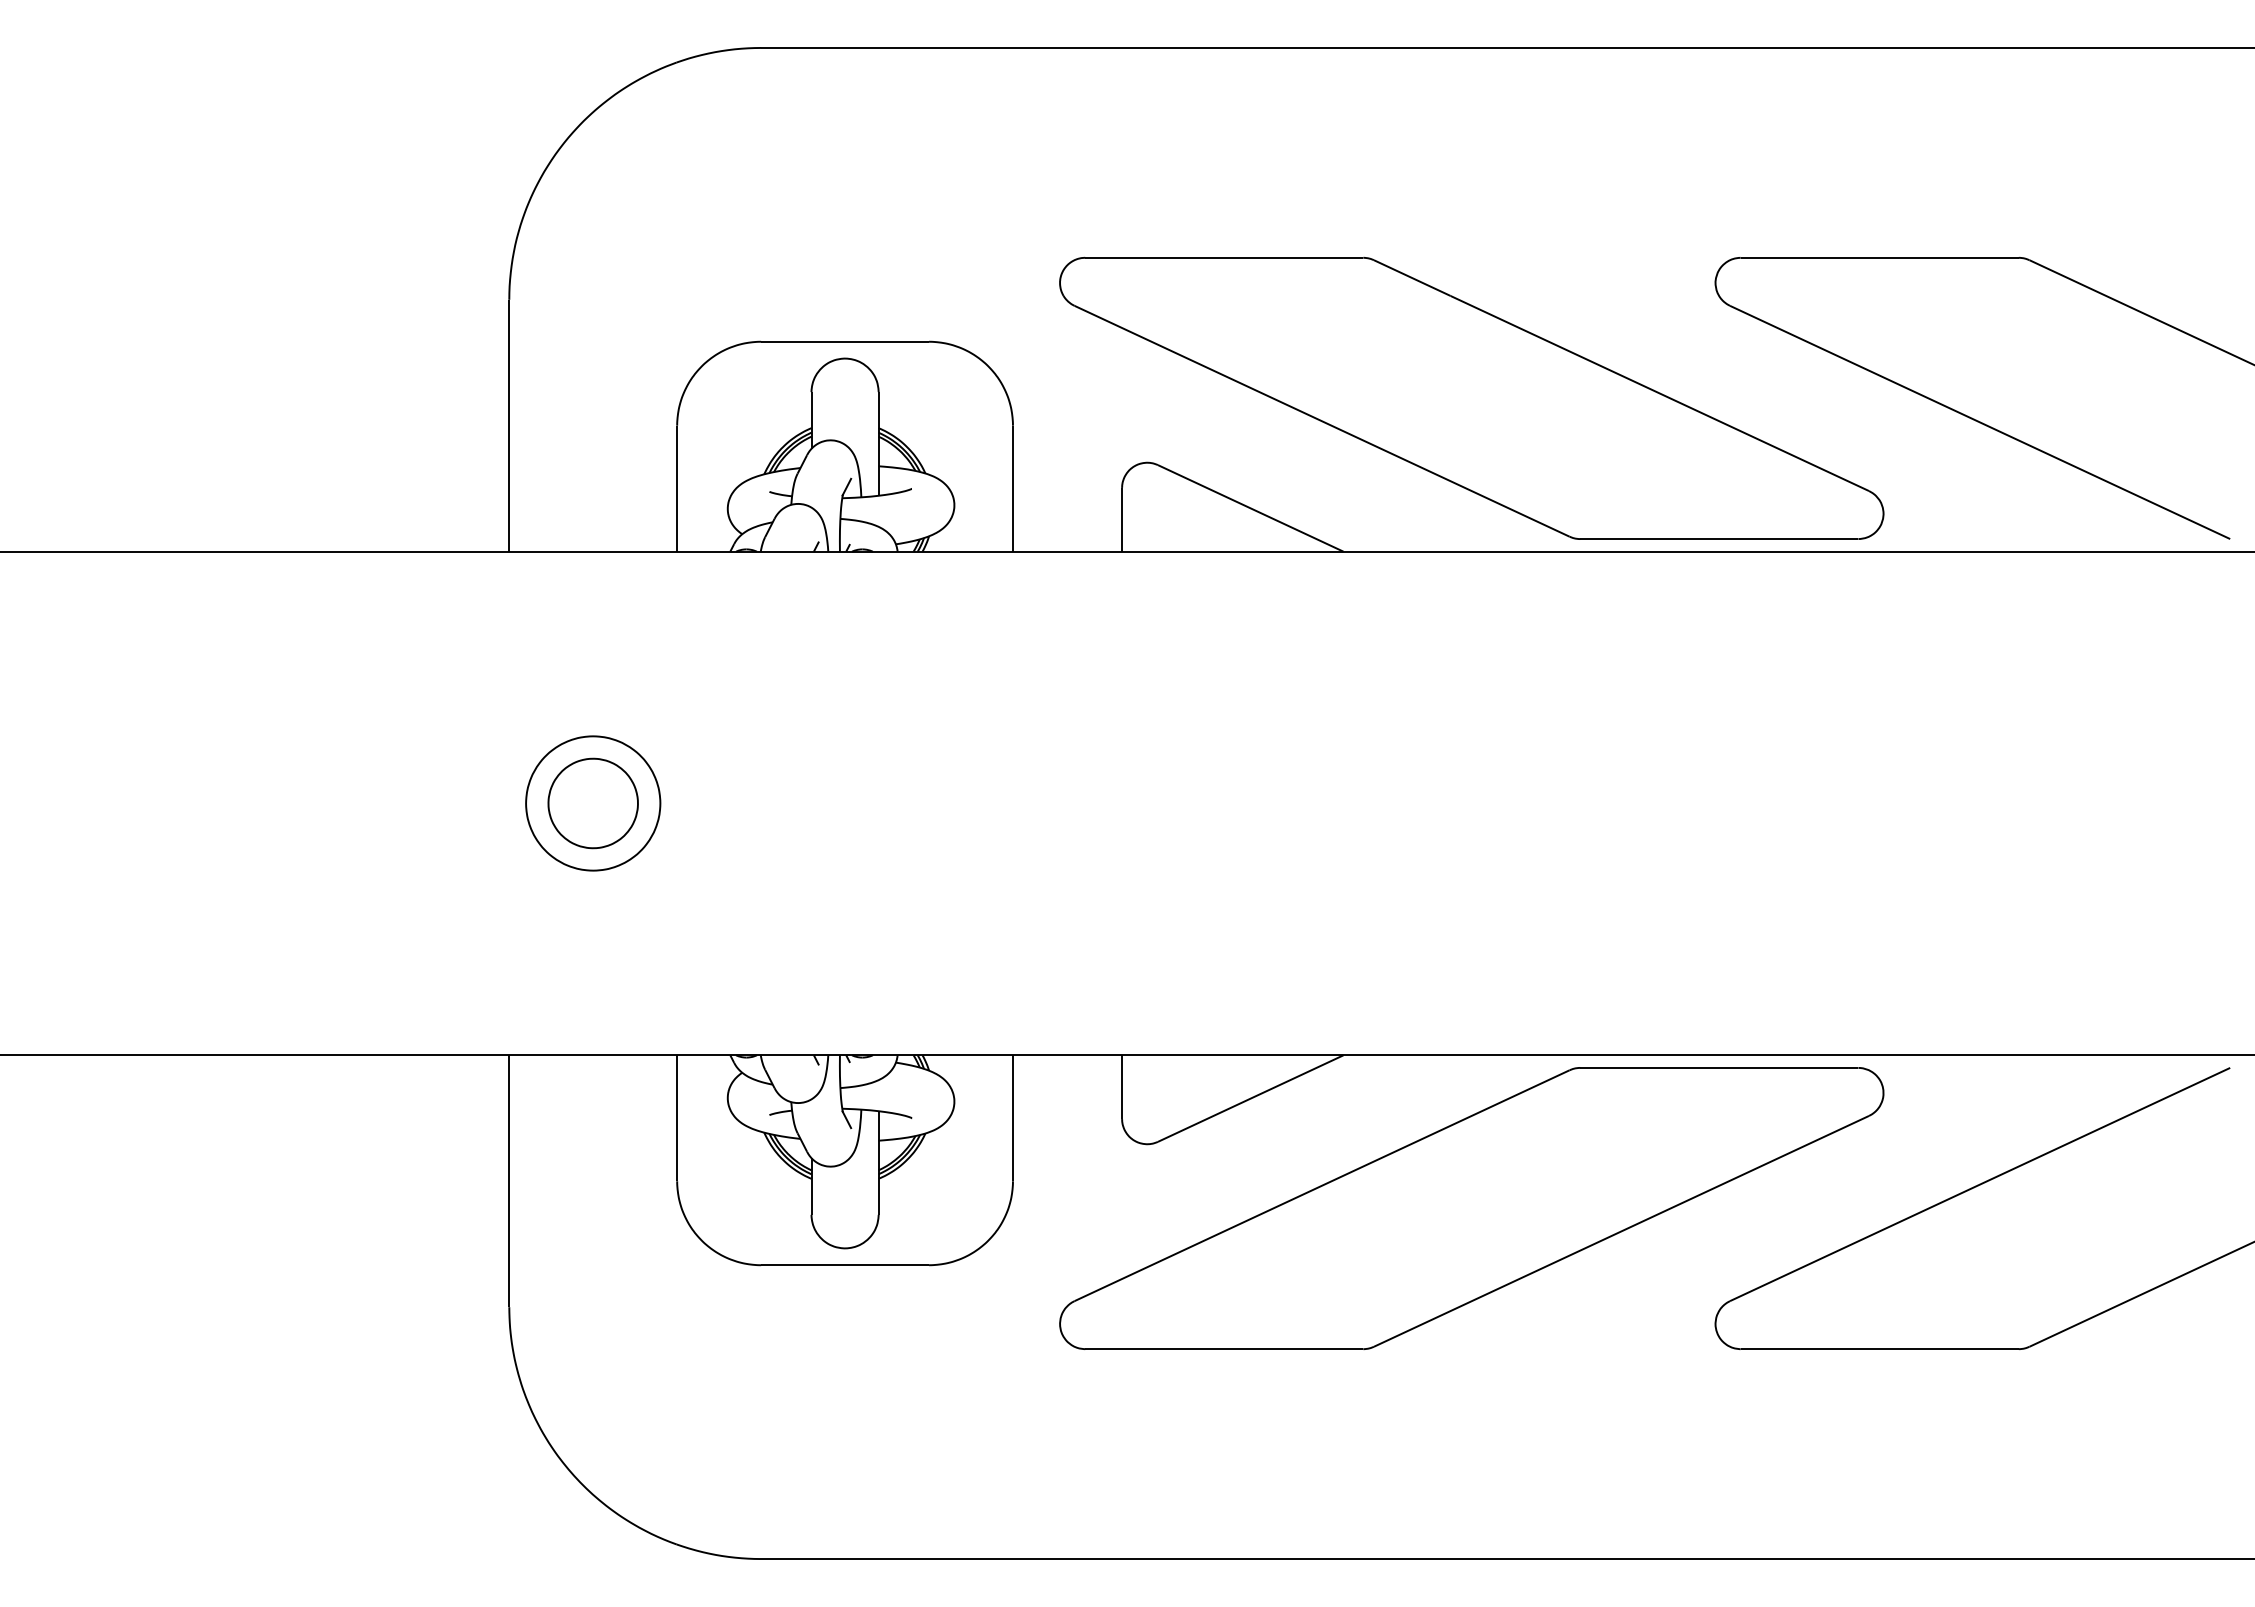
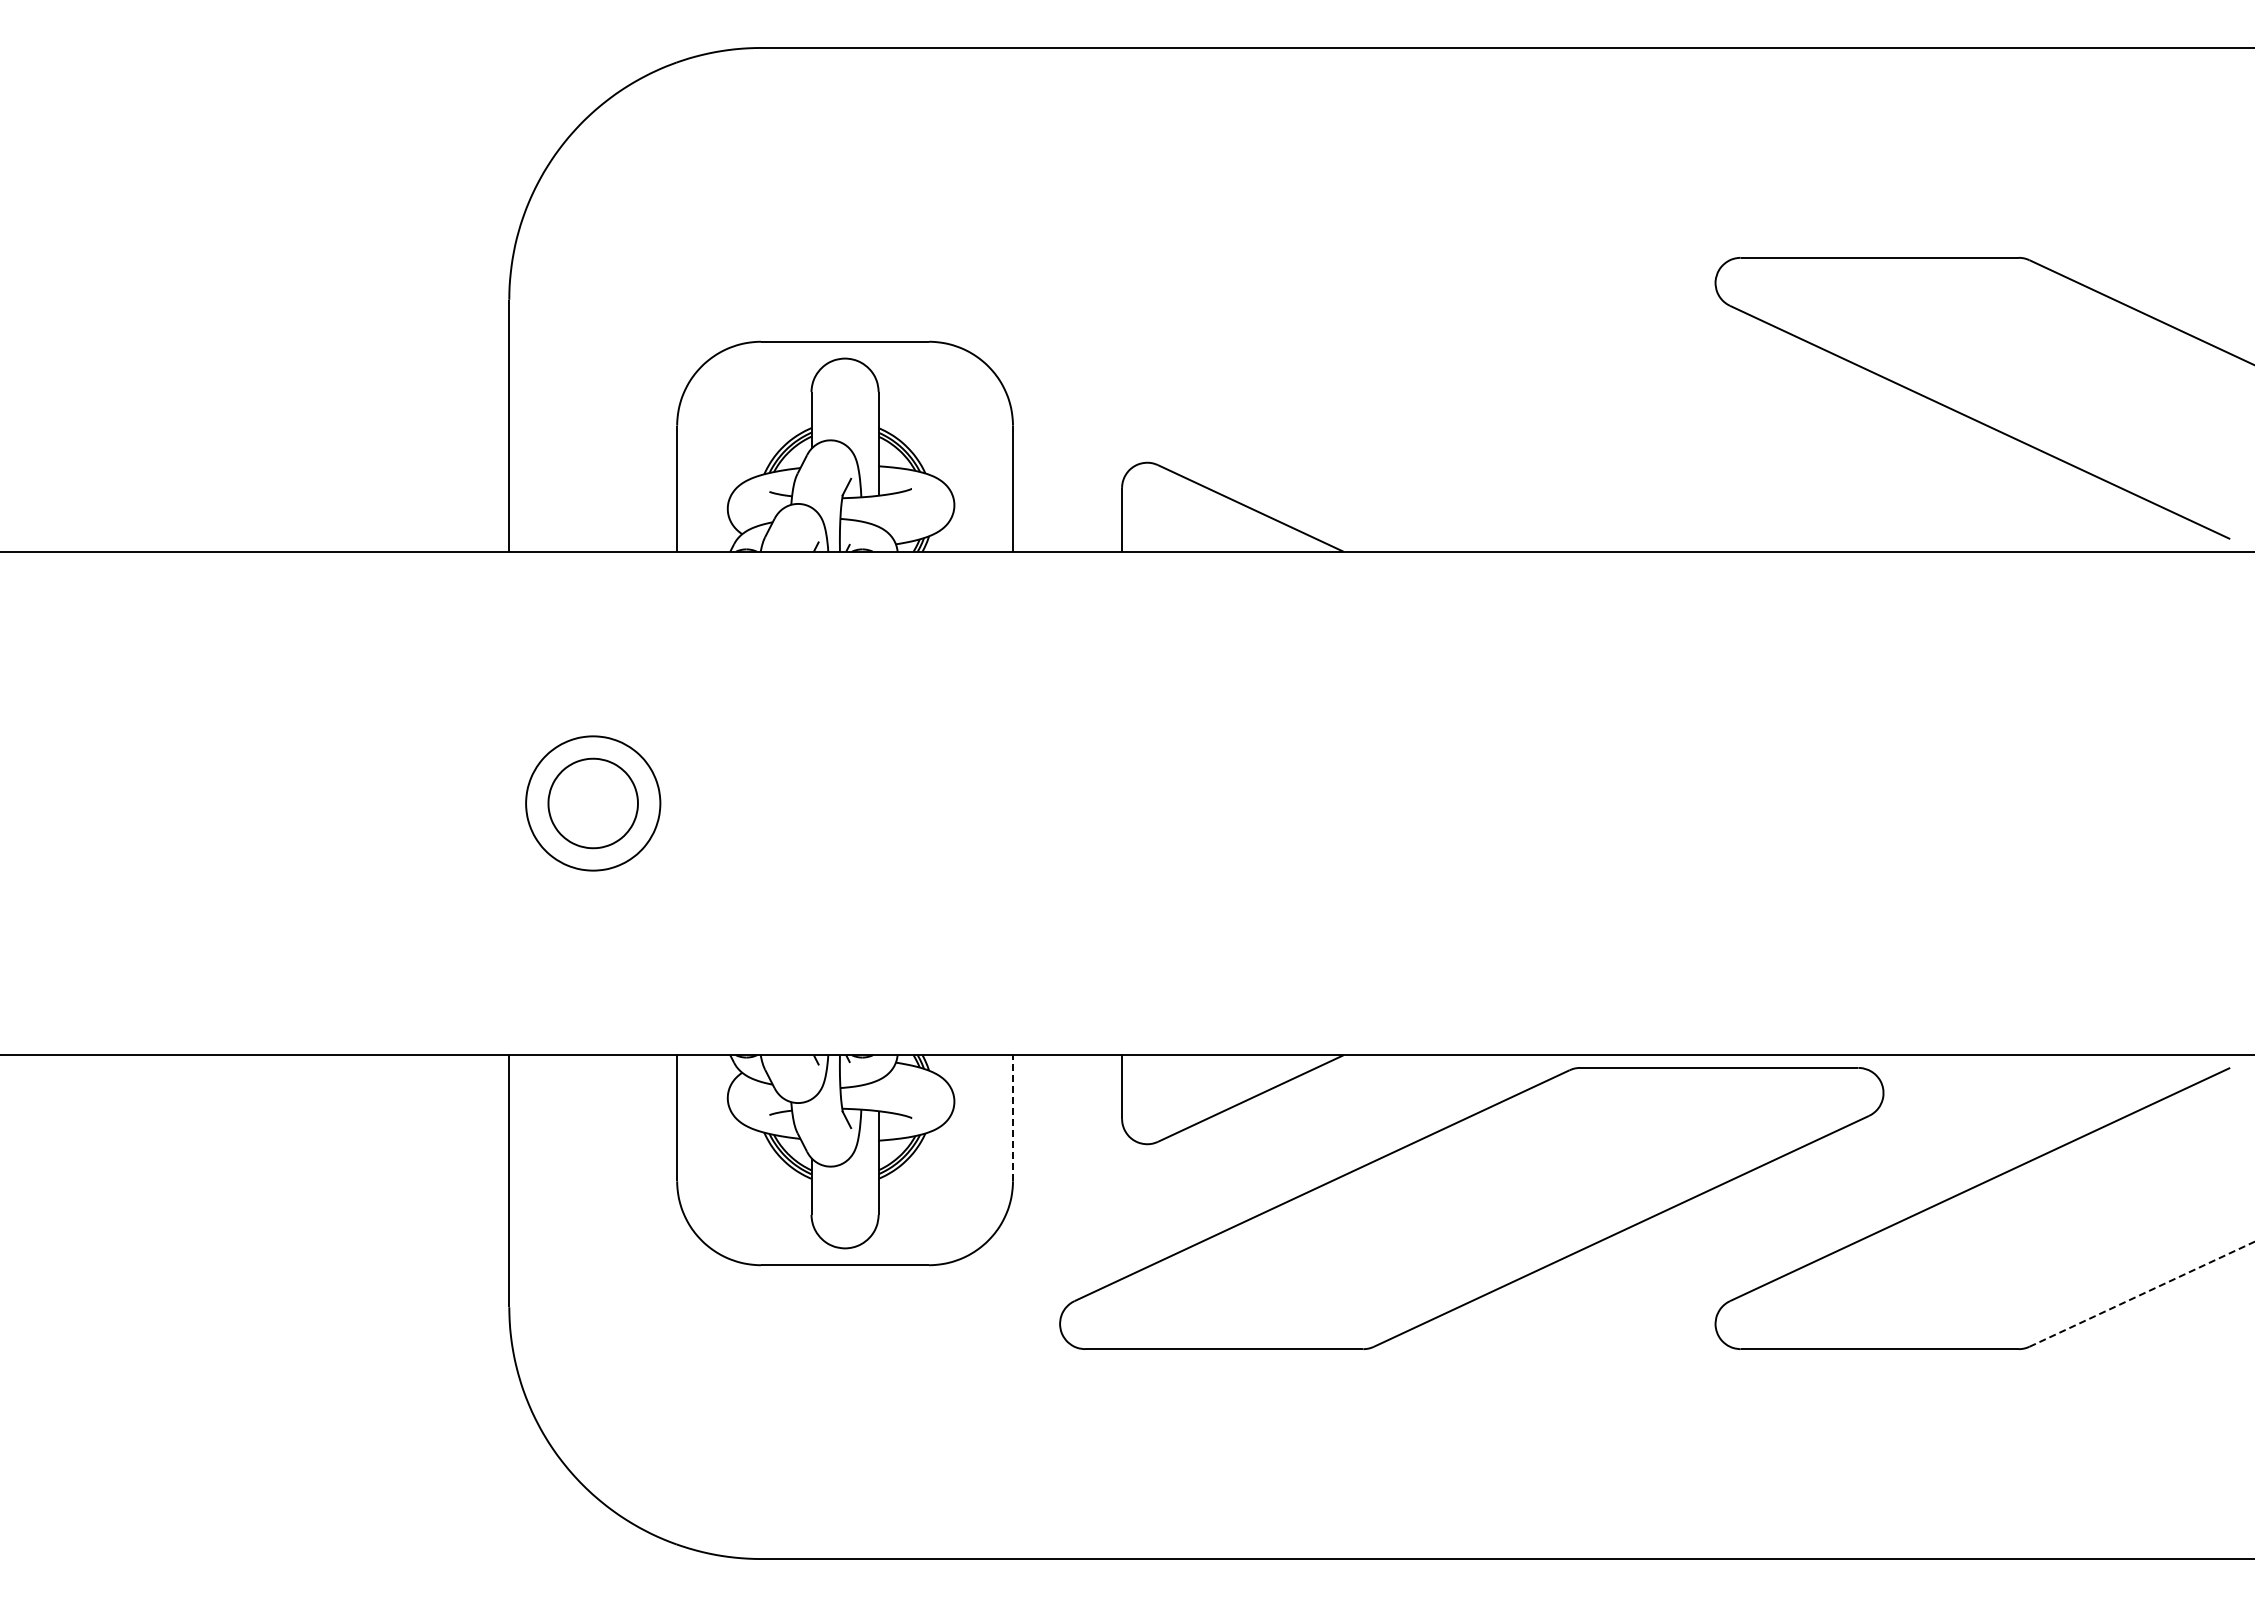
part at (1471, 397): present -> none
line at (1012, 1118): solid -> dashed
line at (2142, 1294): solid -> dashed
